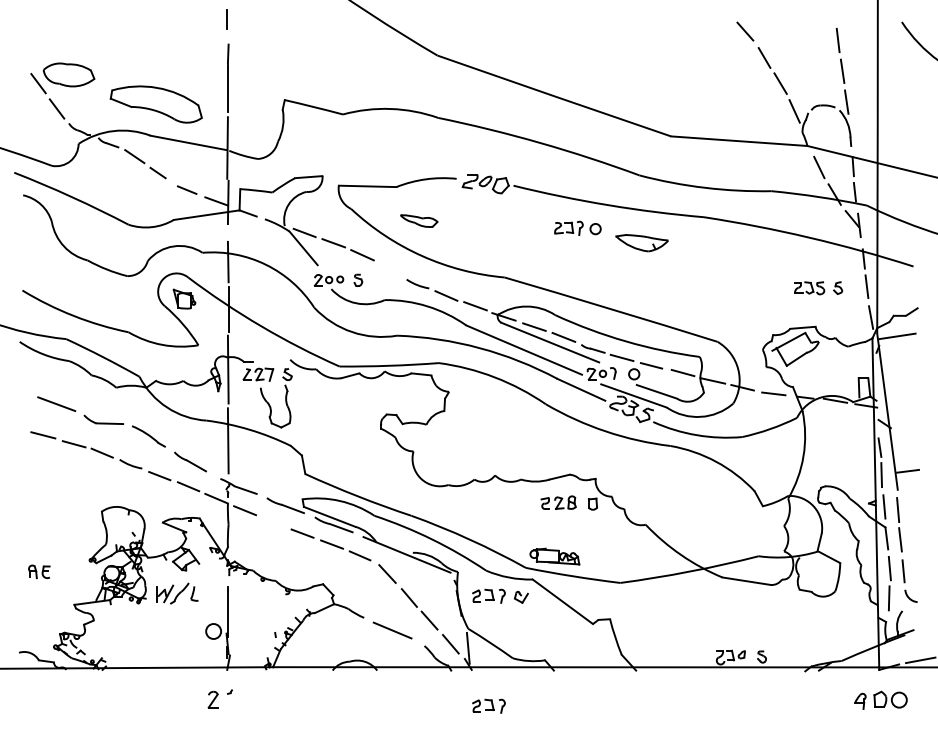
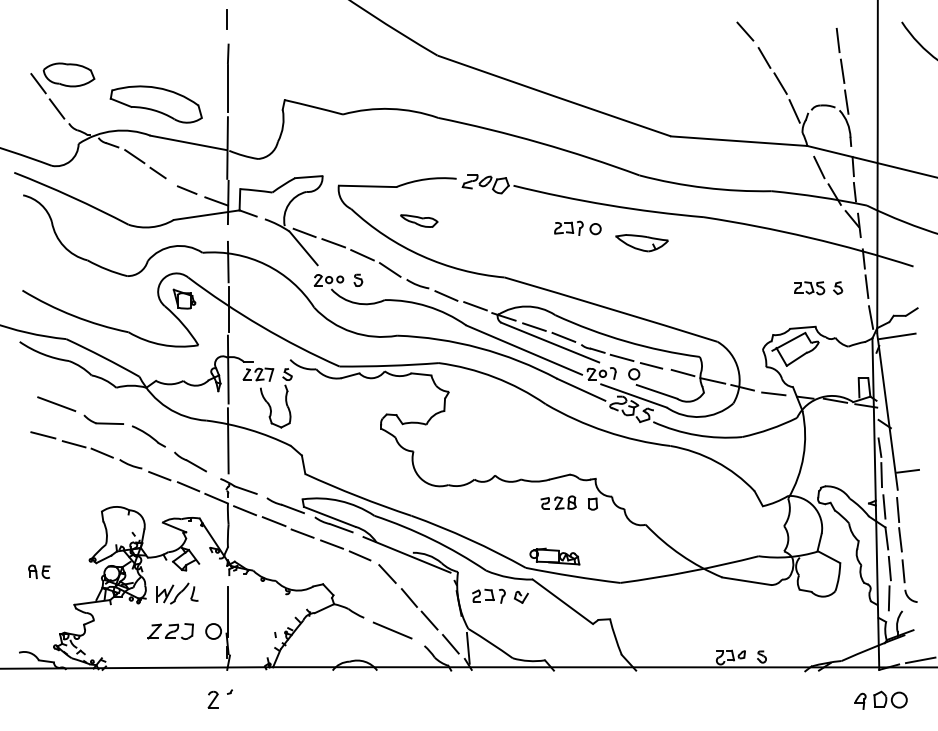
line at (389, 269): none -> present
line at (273, 521): none -> present
part at (170, 631): none -> present
part at (488, 705): present -> none
